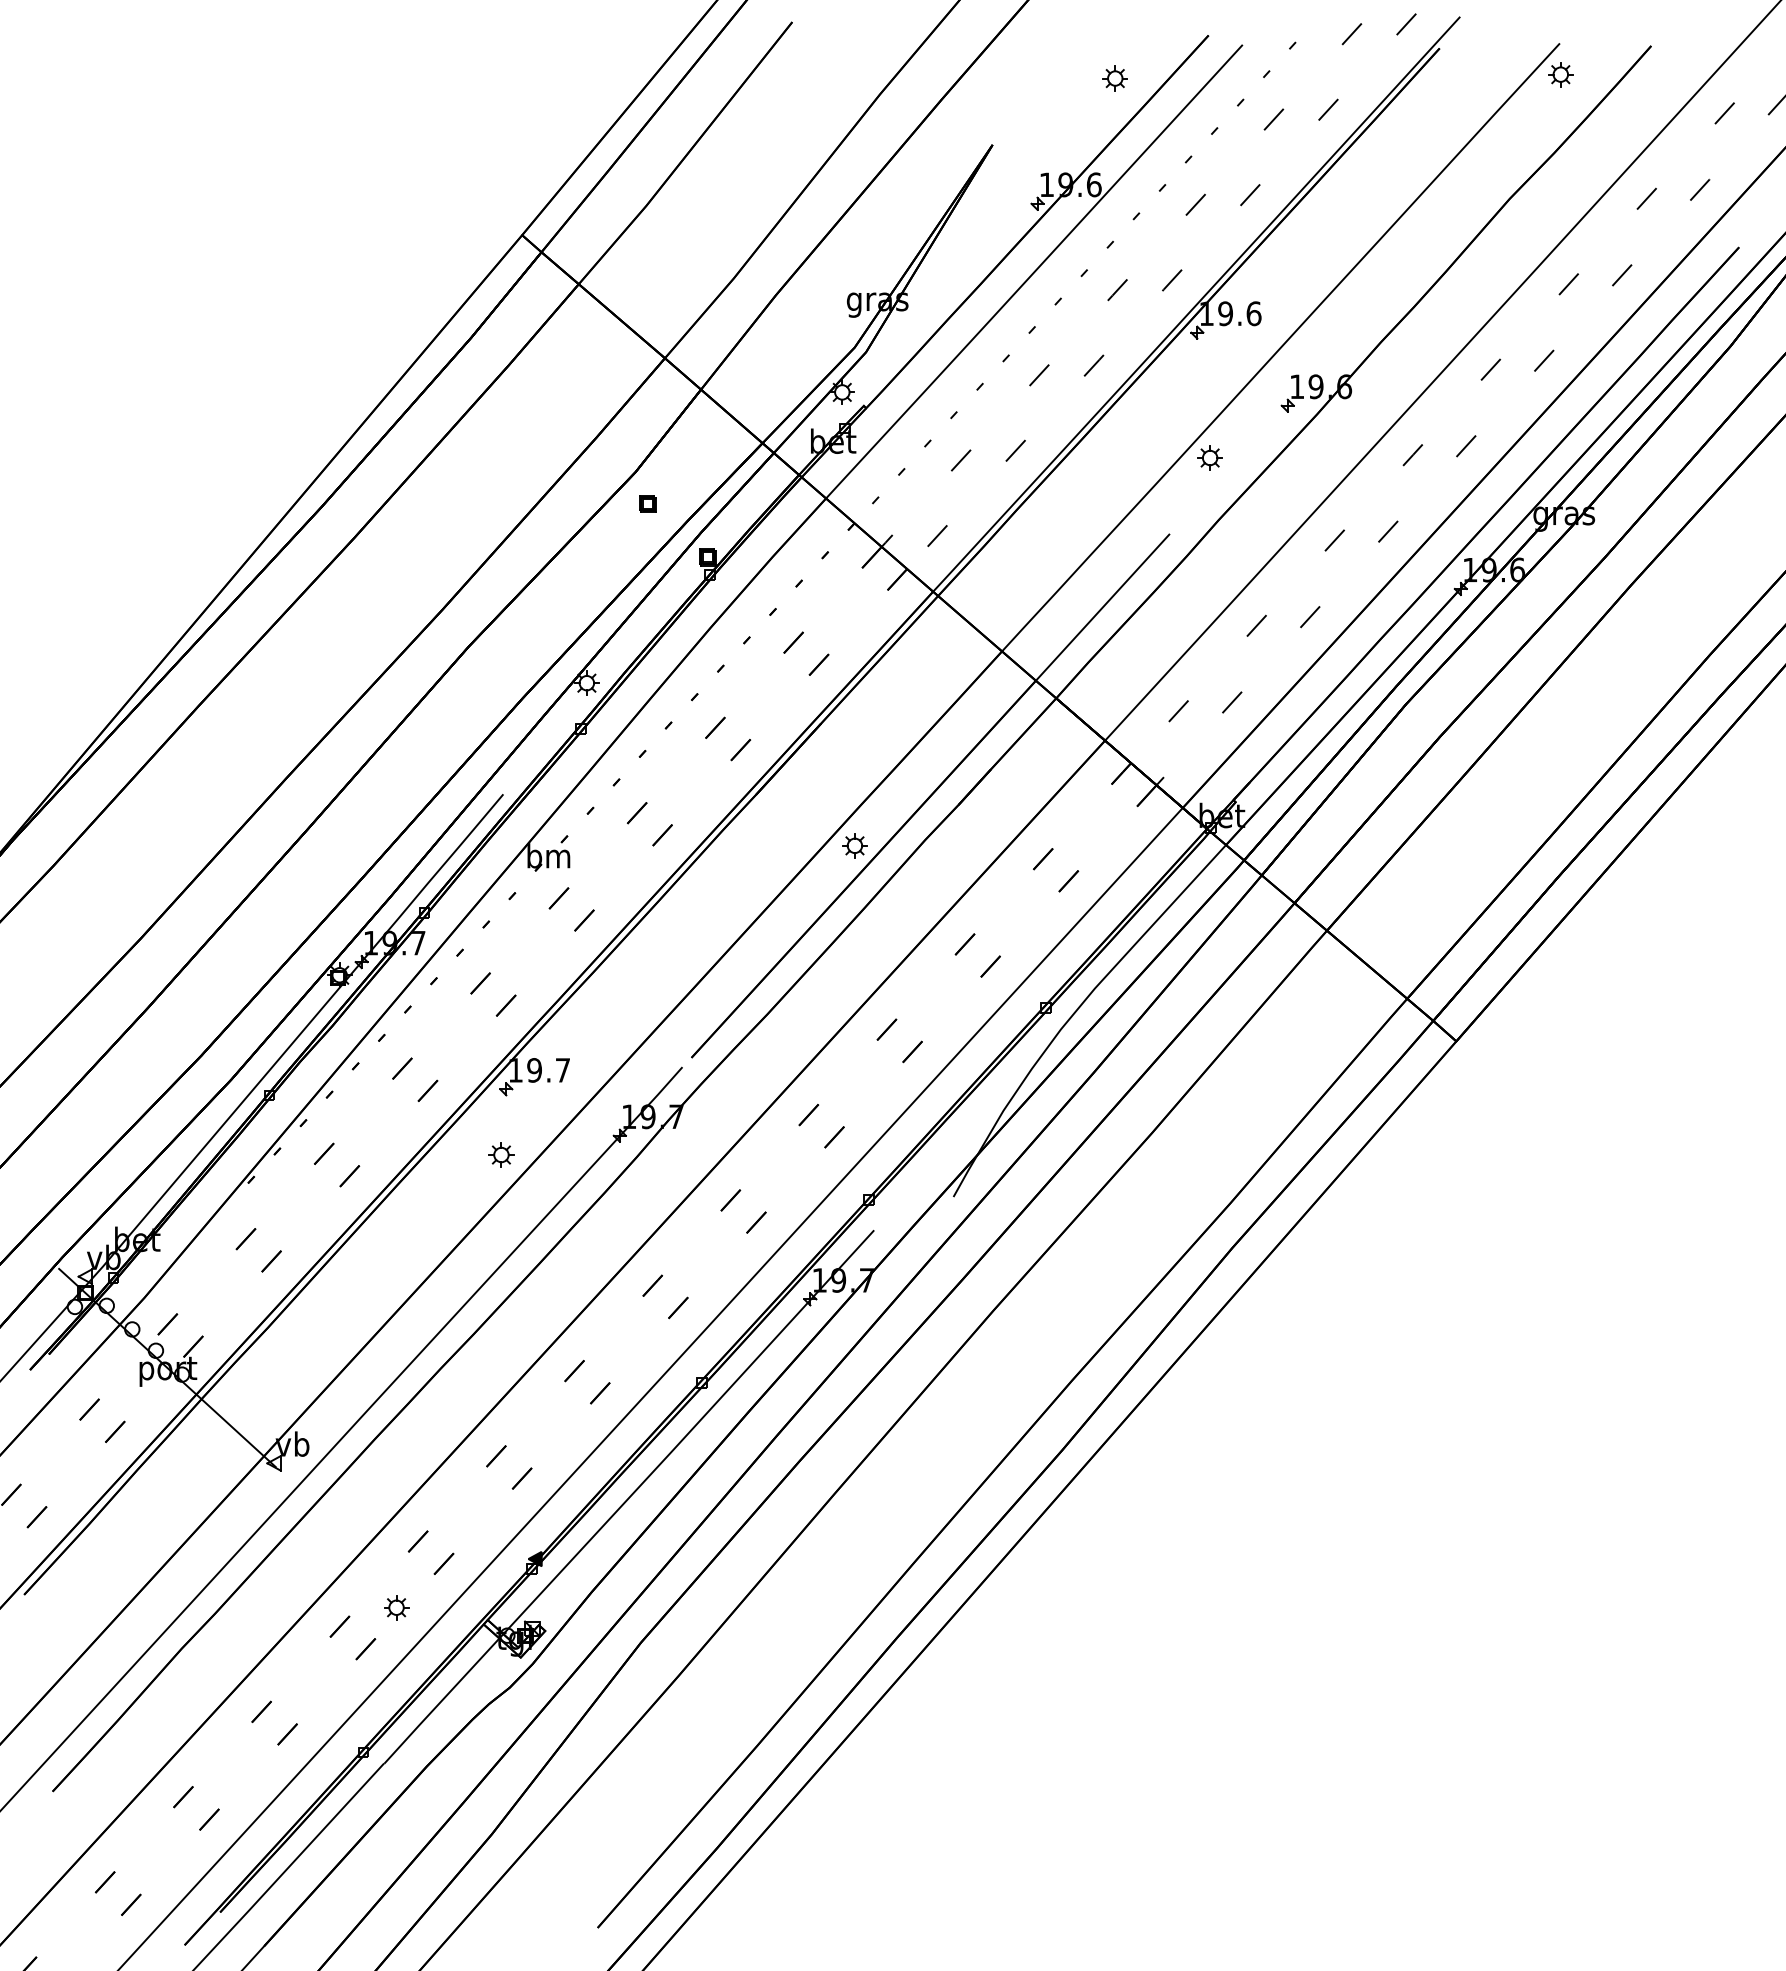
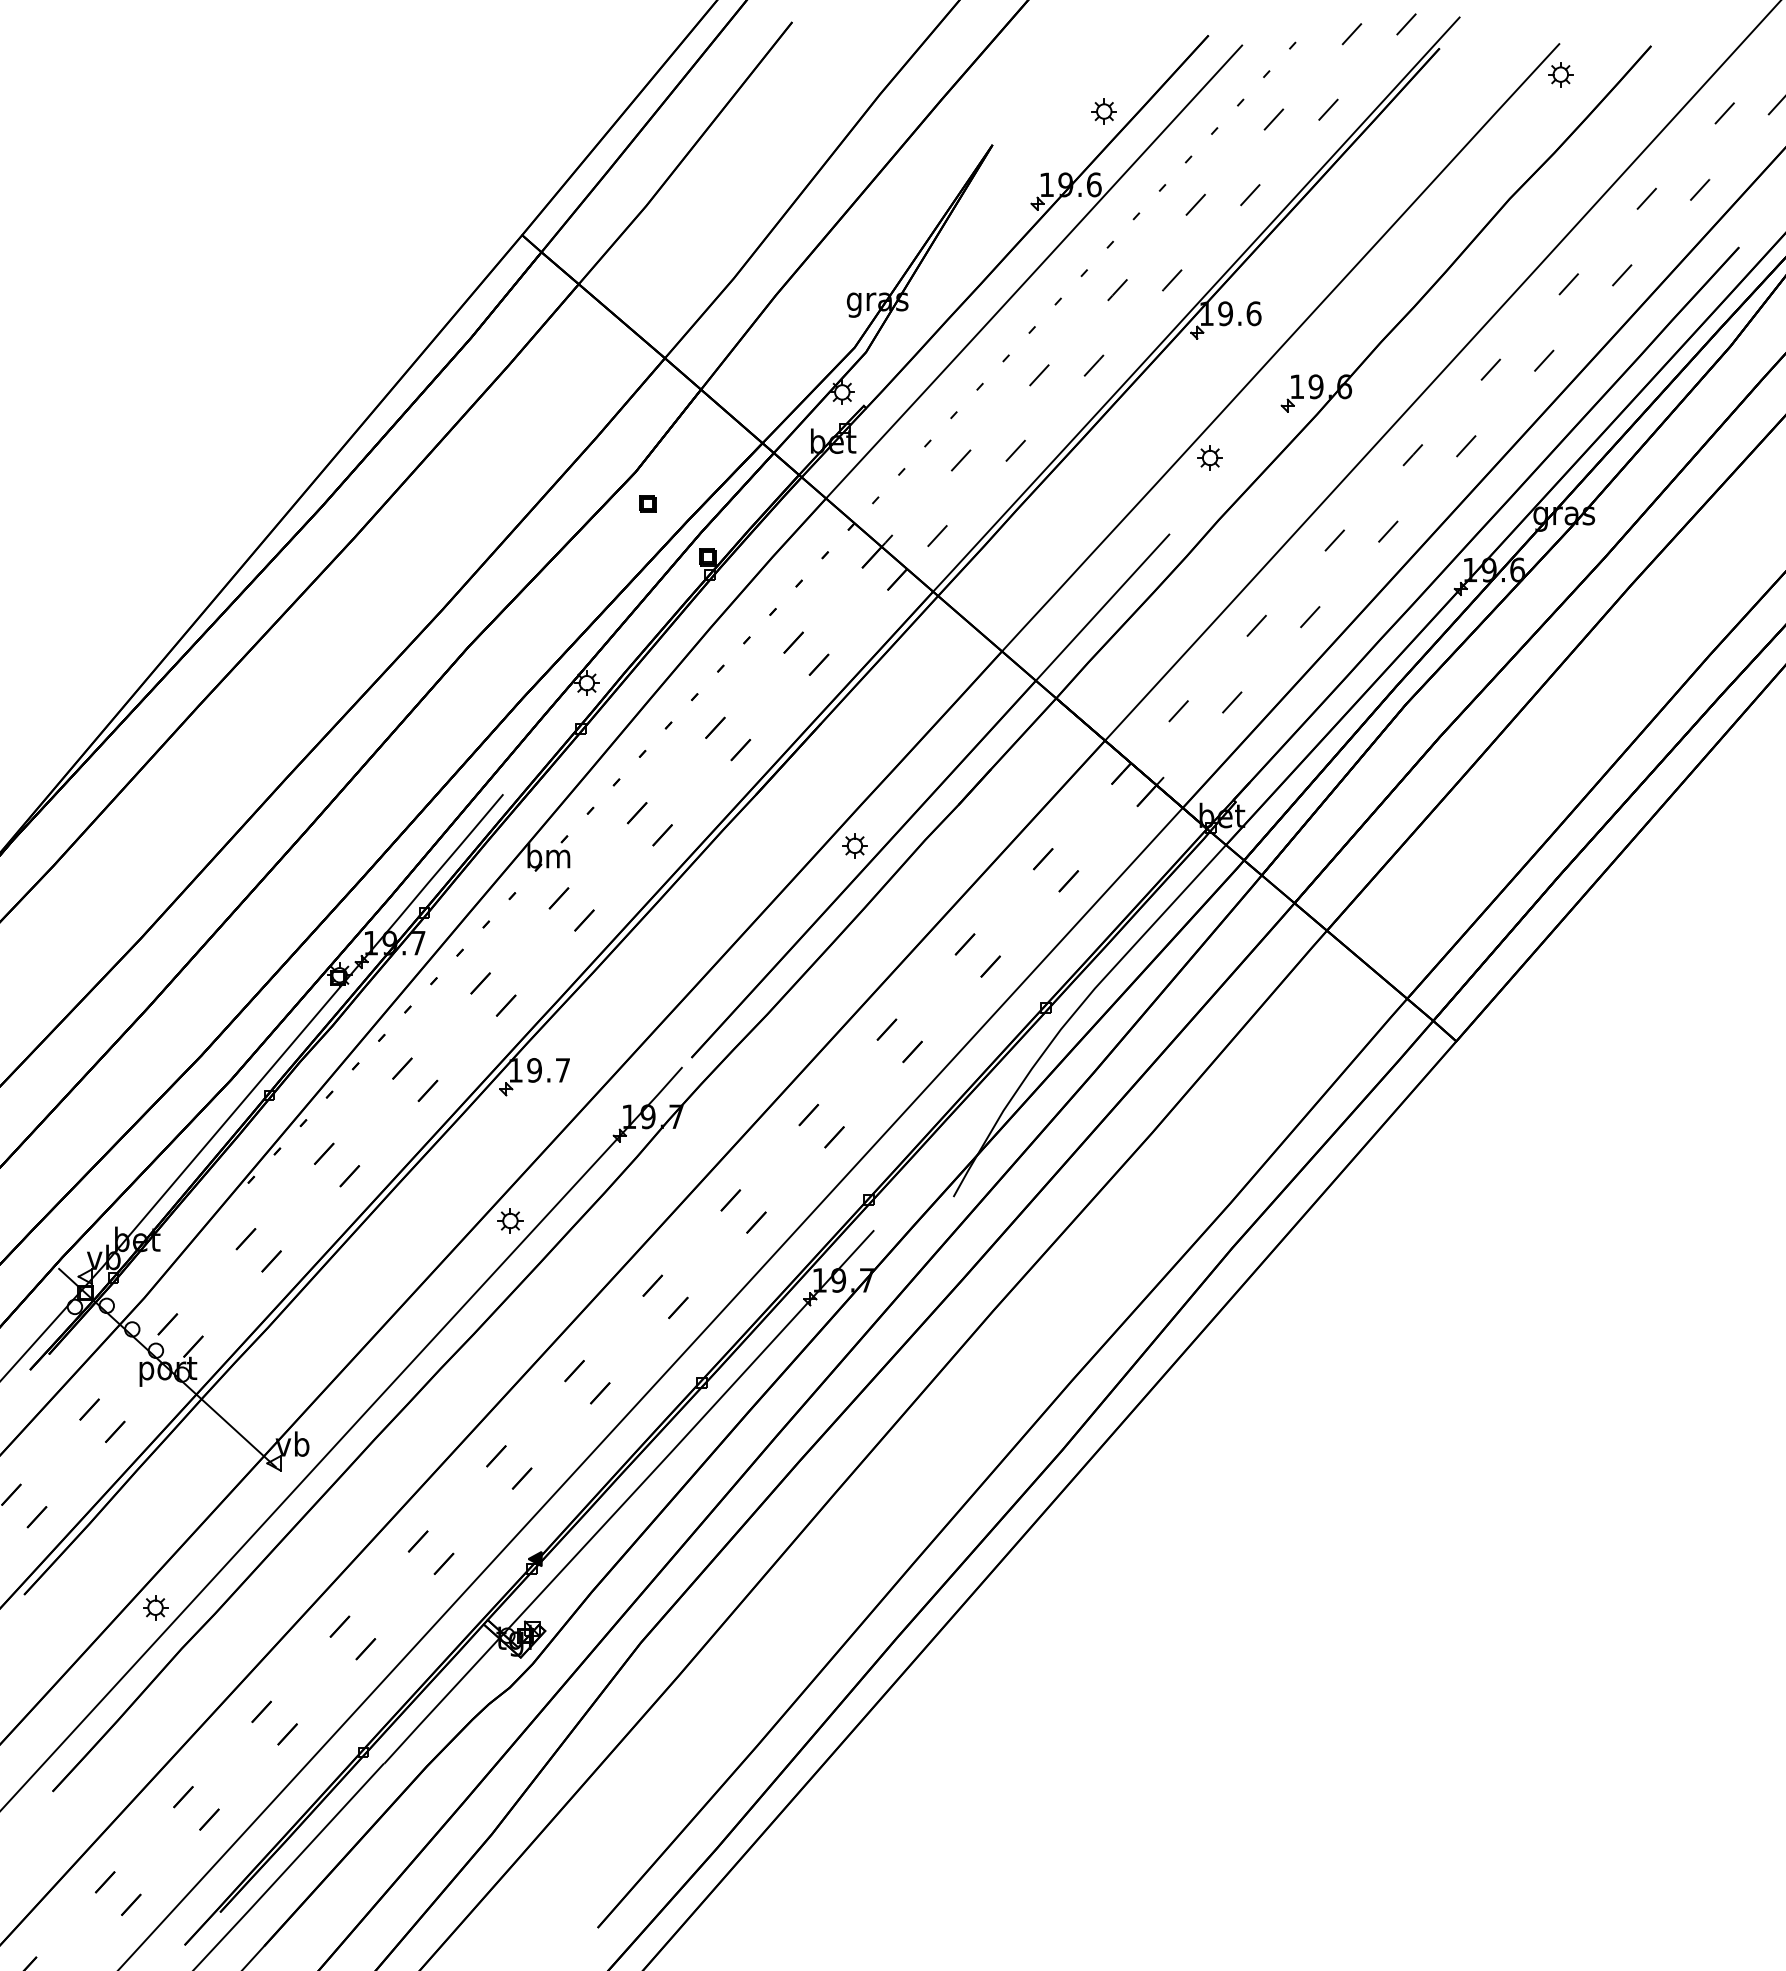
part at (1114, 78) position: (1114, 78) -> (1103, 111)
part at (501, 1154) position: (501, 1154) -> (510, 1220)
part at (396, 1607) position: (396, 1607) -> (155, 1607)
